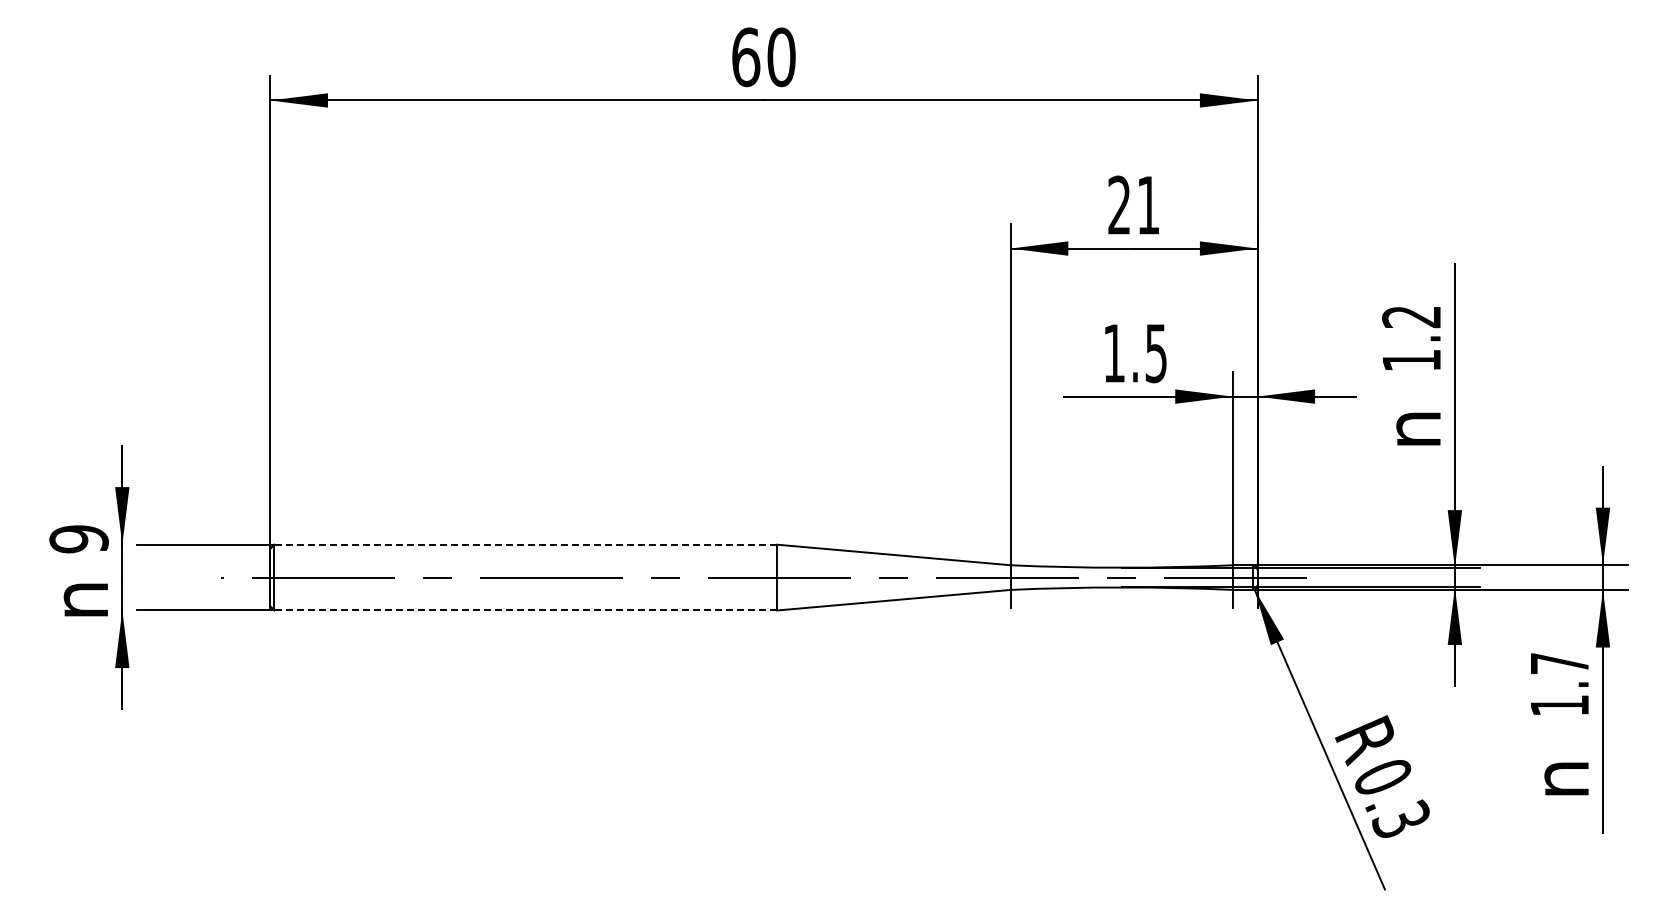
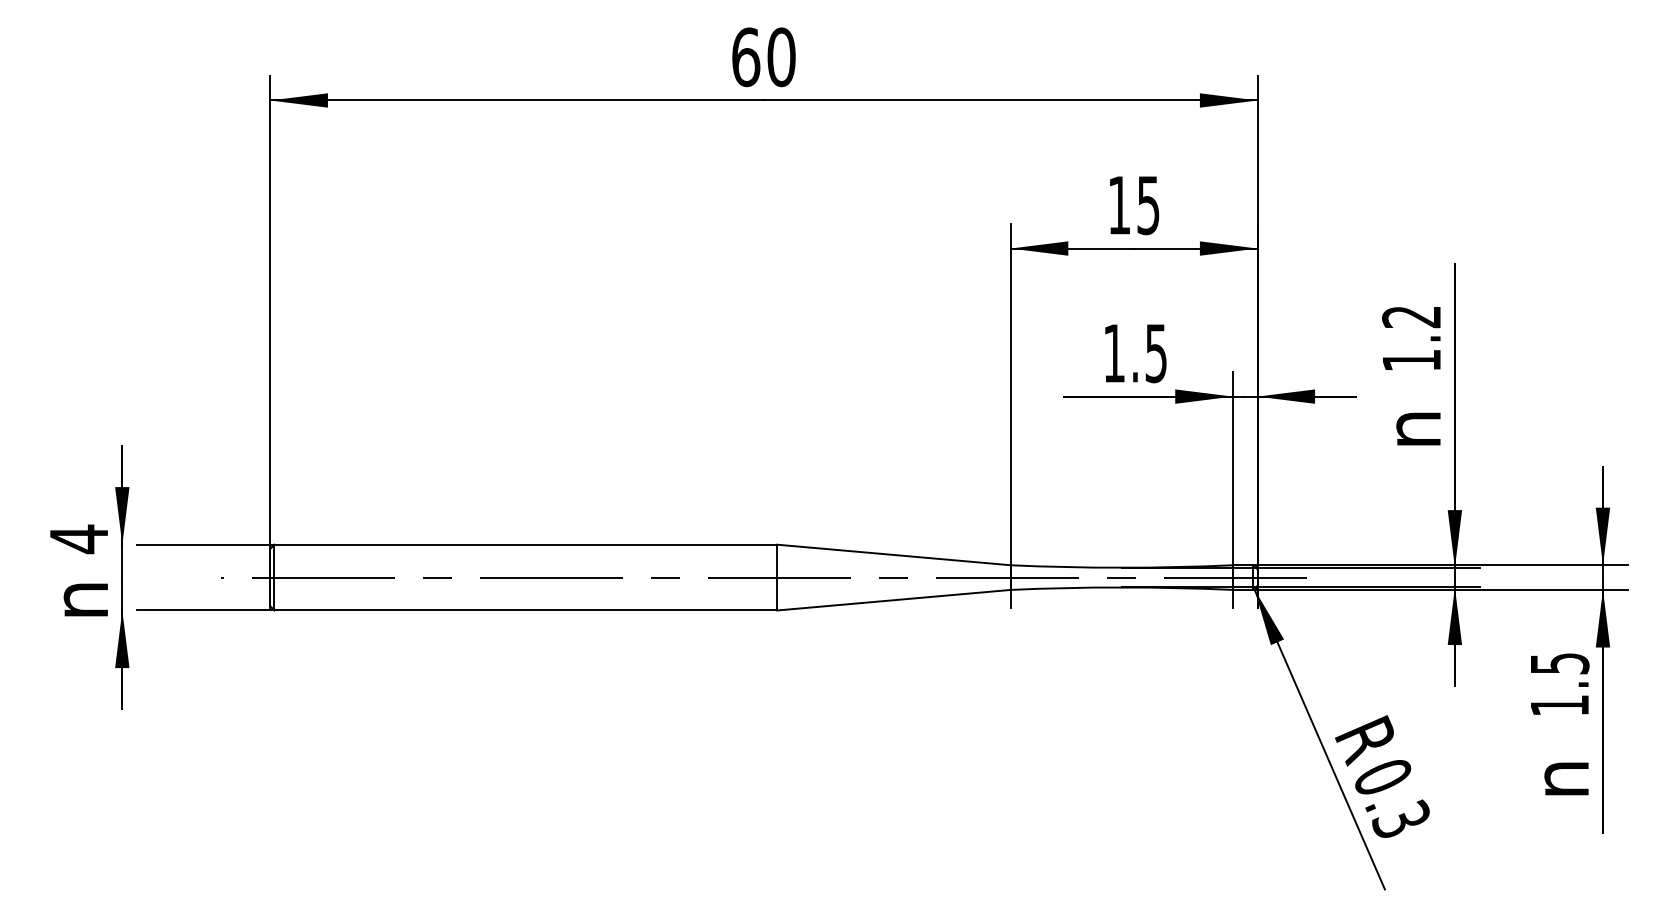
text at (1133, 205): 21 -> 15
text at (78, 539): 9 -> 4
line at (525, 544): dashed -> solid
line at (525, 610): dashed -> solid
text at (1560, 663): 1.7 -> 1.5
